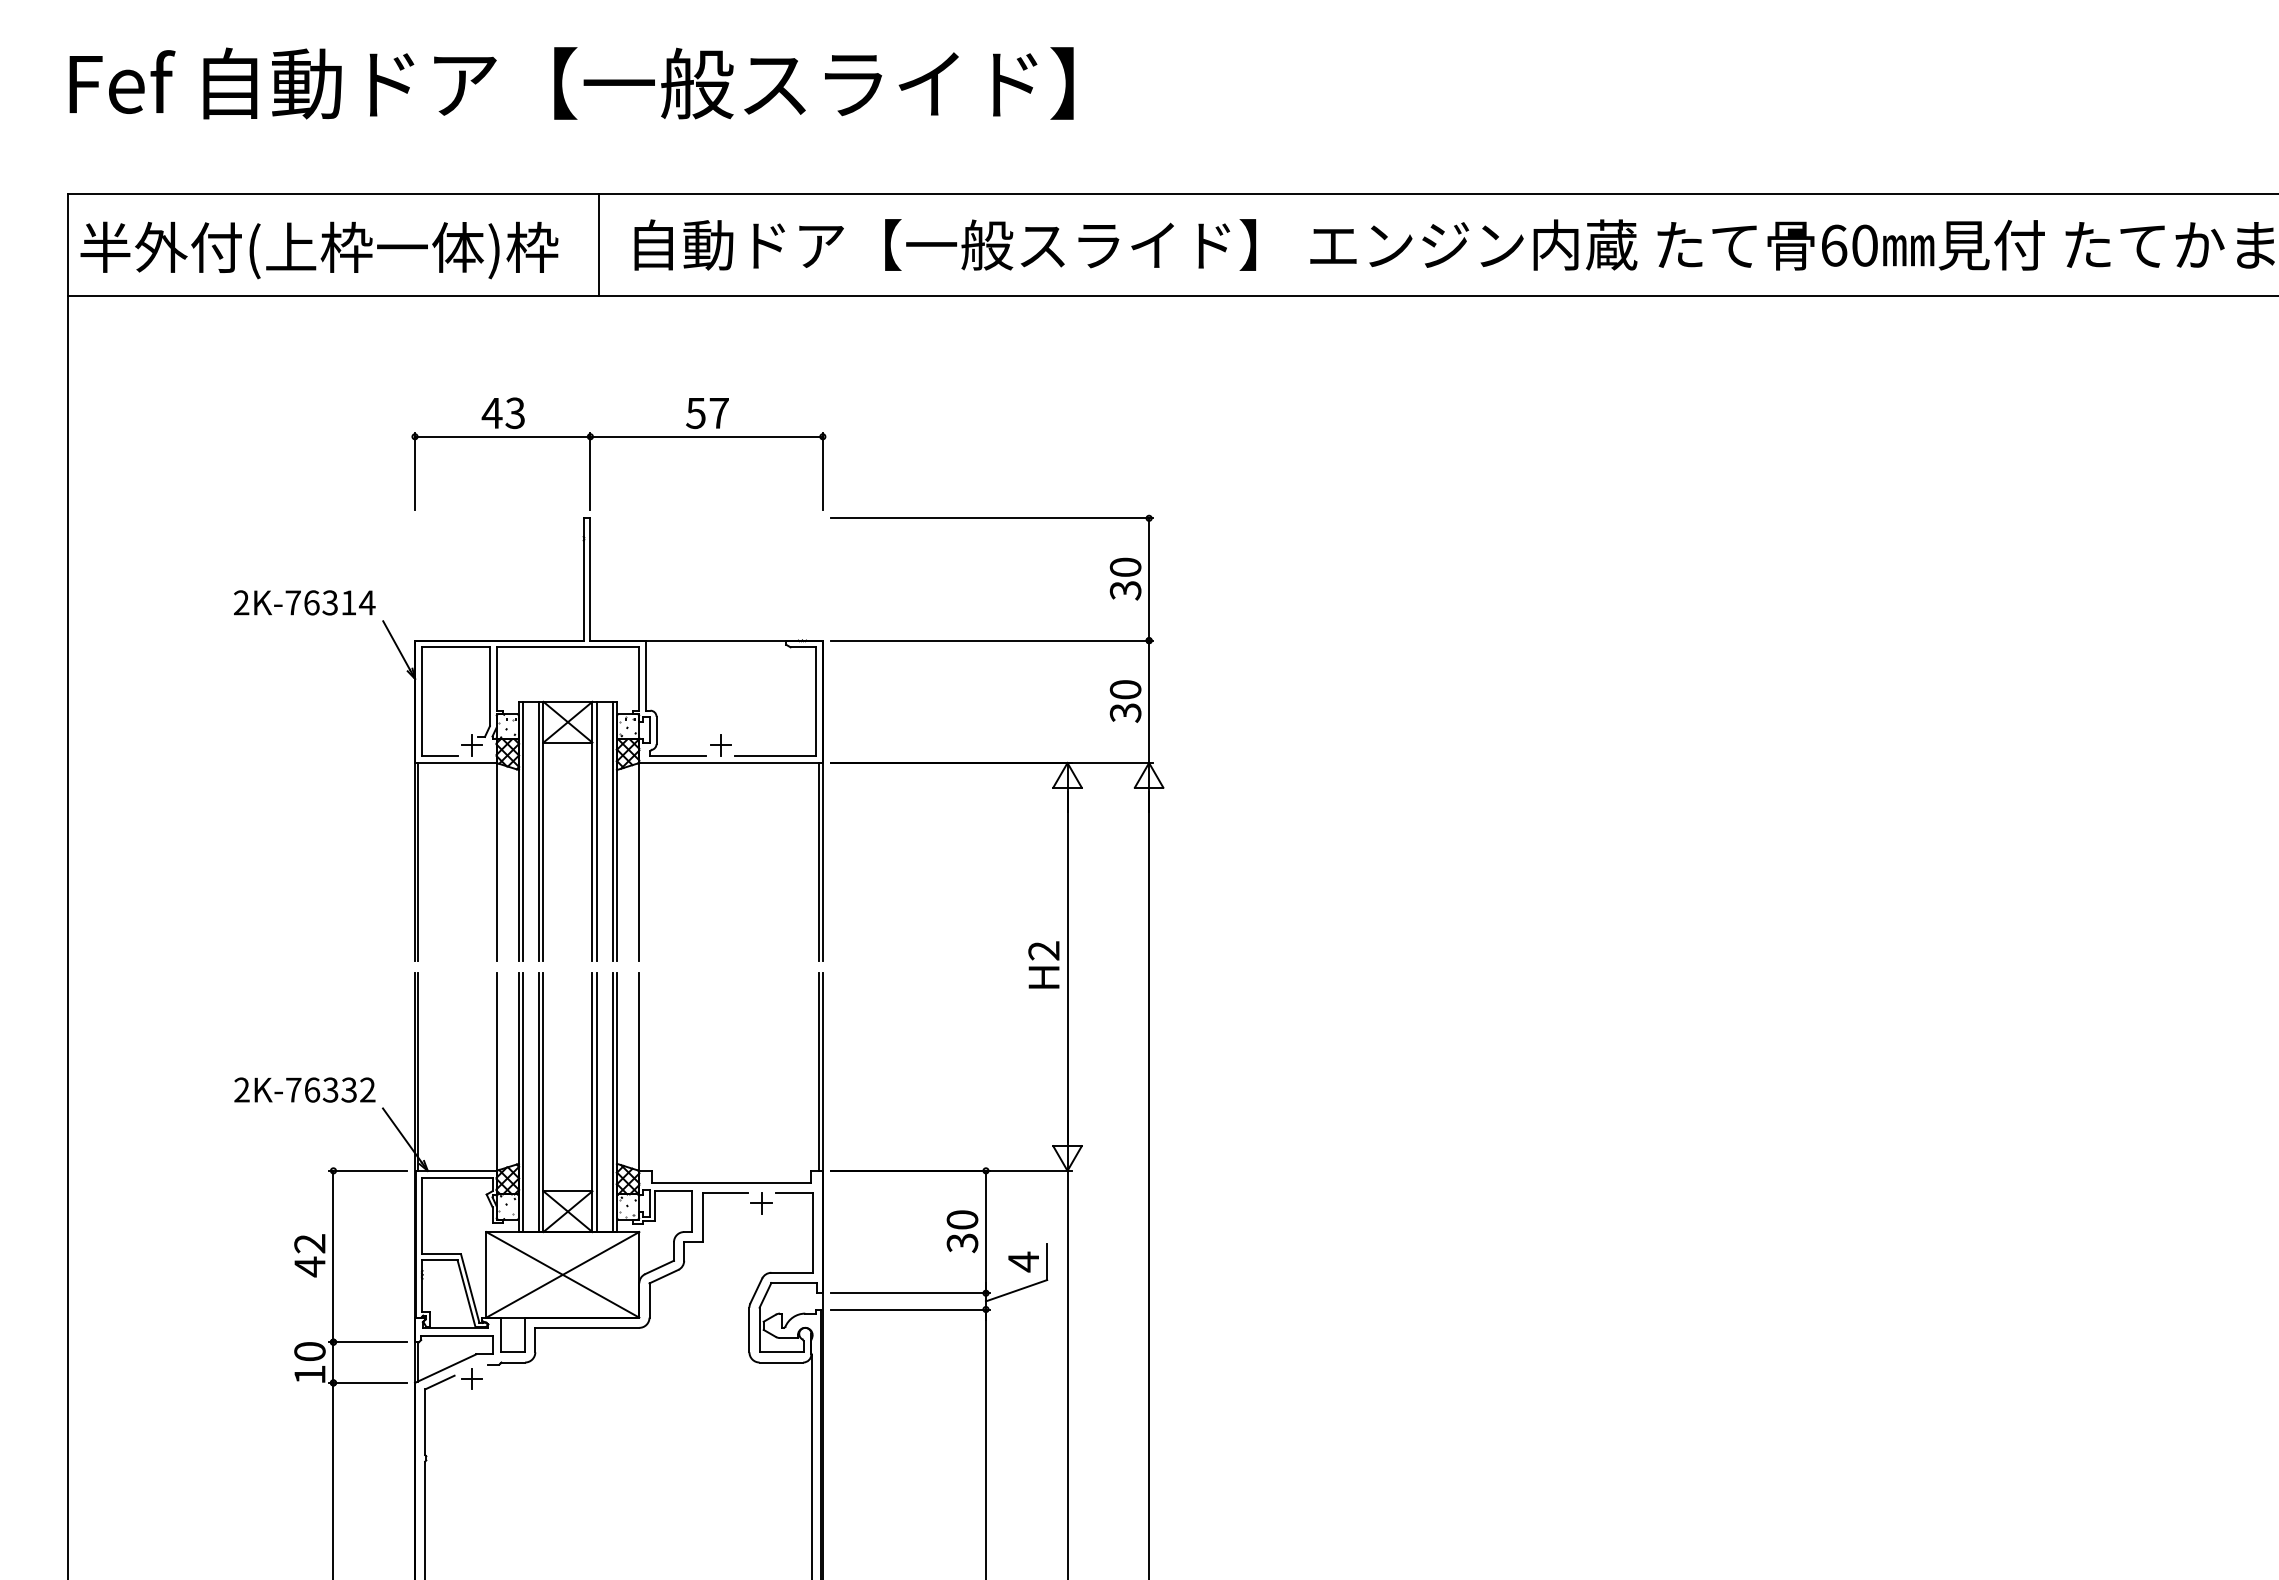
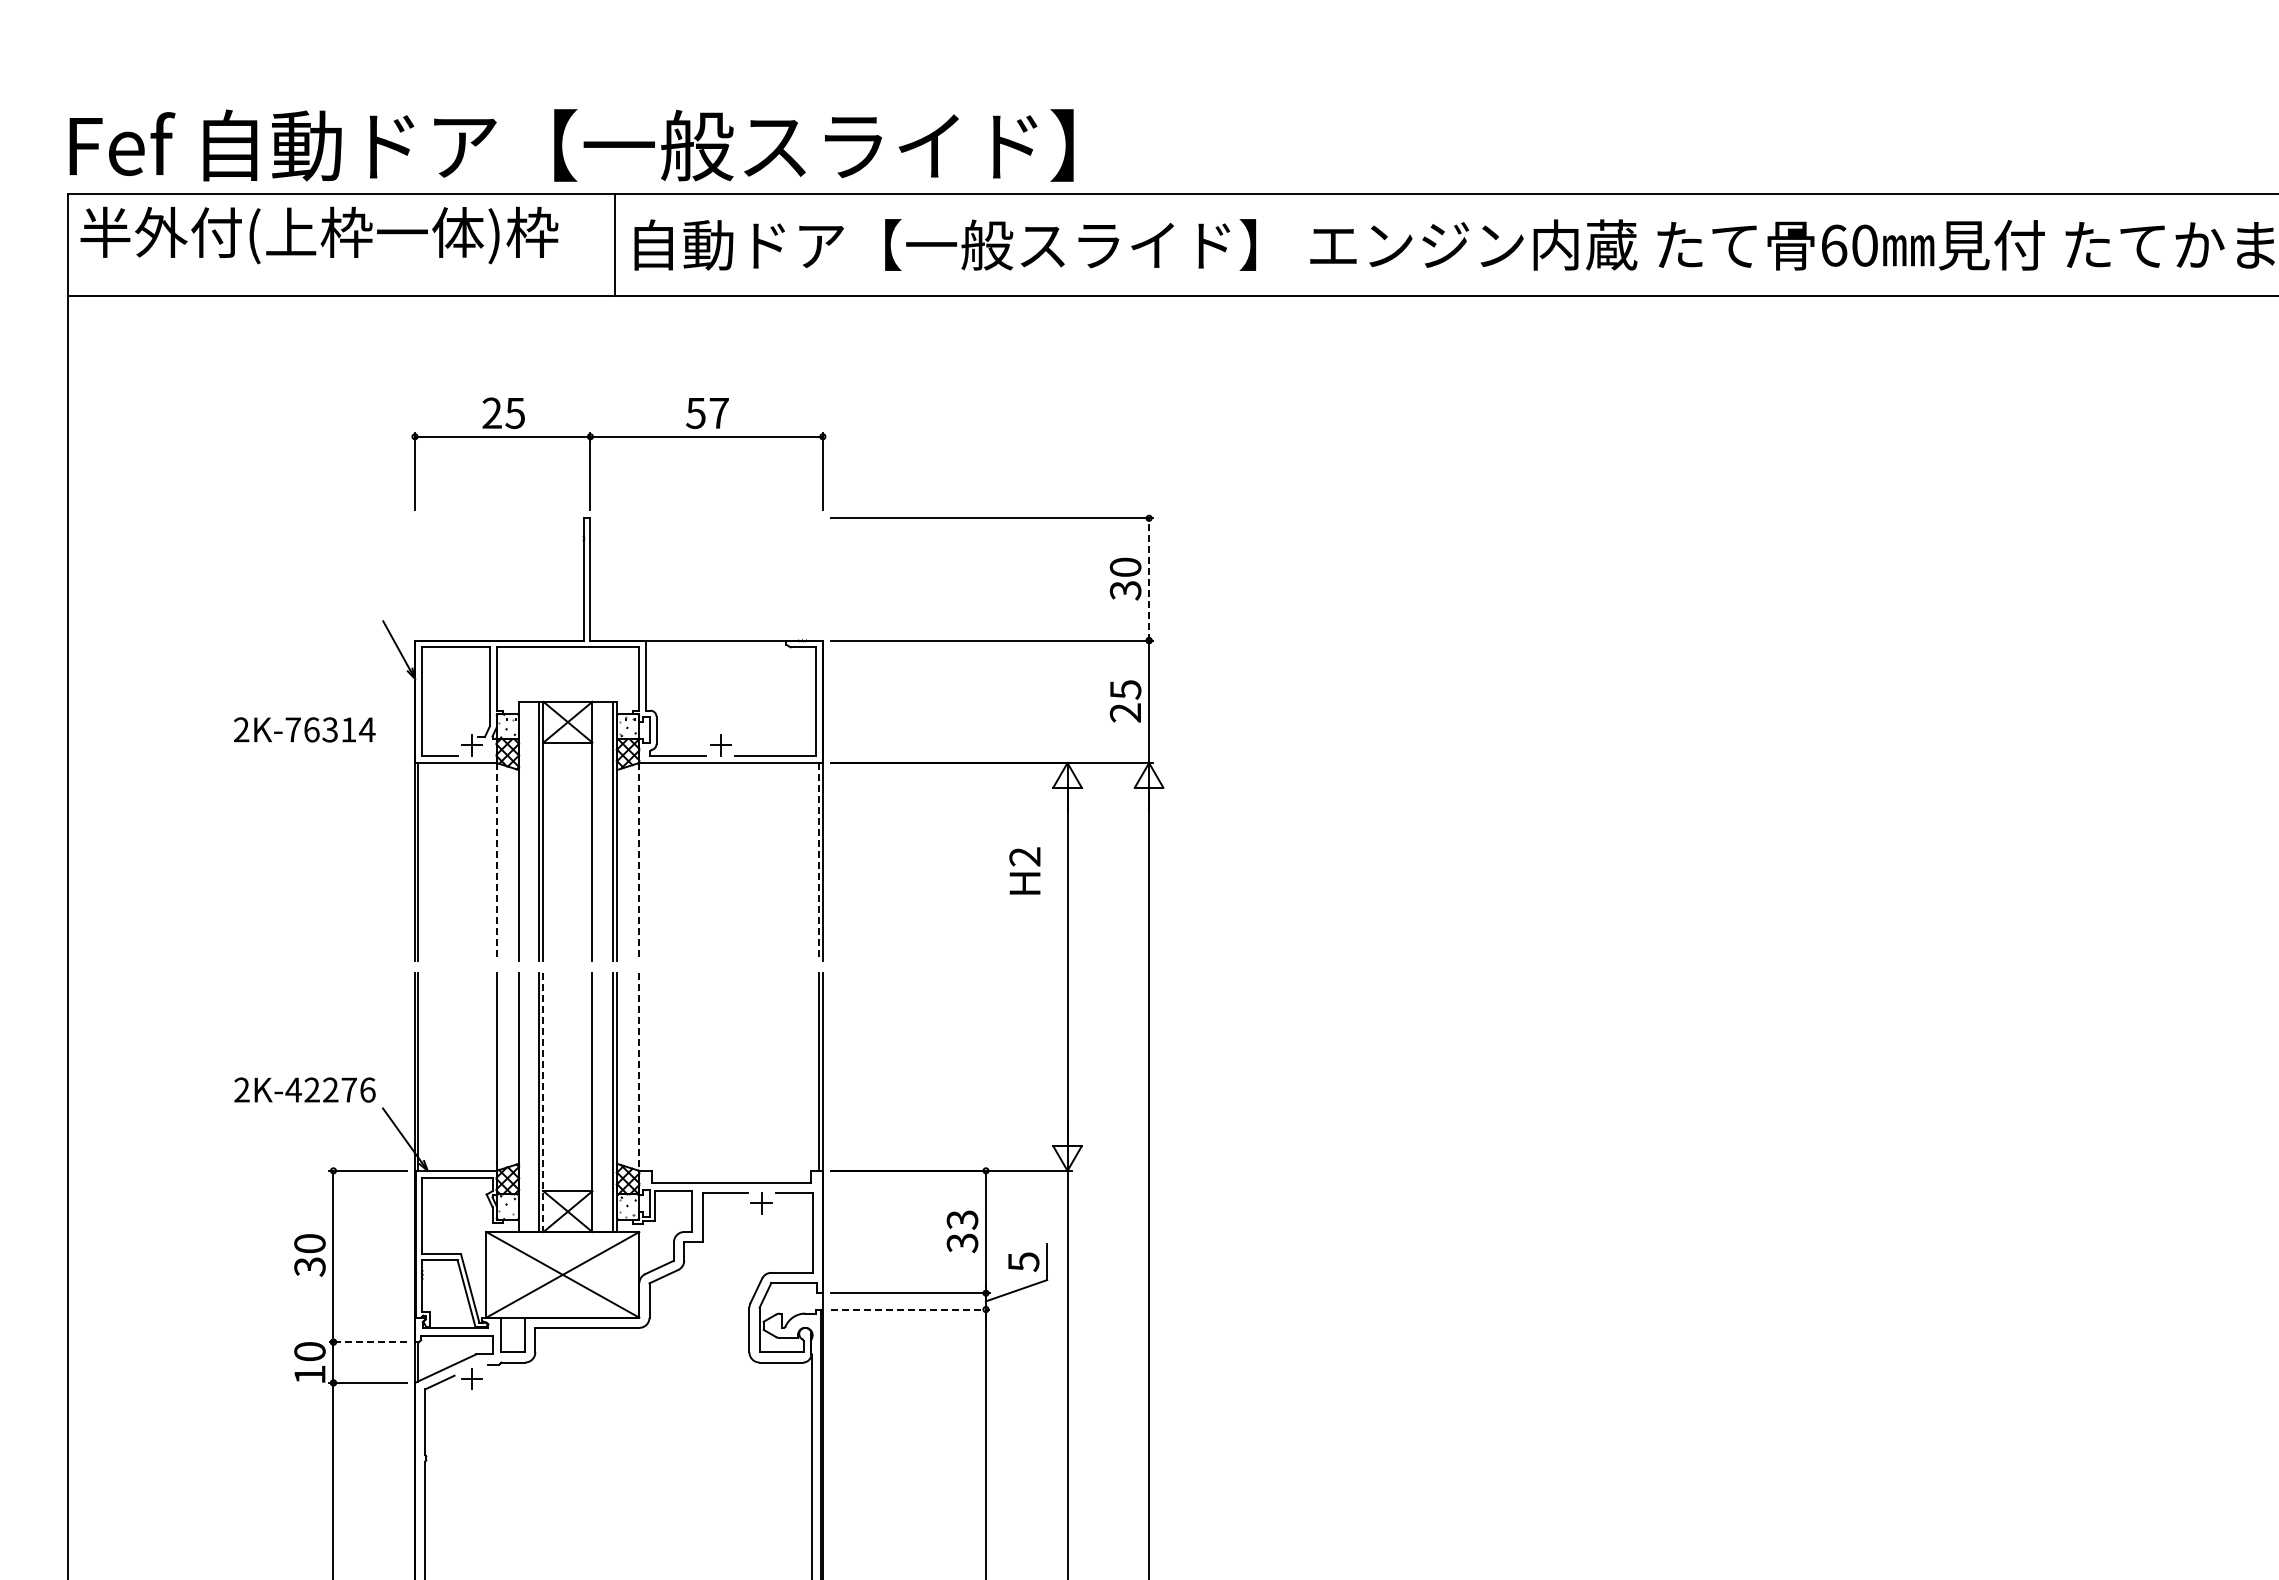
text at (571, 83) position: (571, 83) -> (571, 145)
line at (598, 245) position: (598, 245) -> (614, 245)
text at (319, 250) position: (319, 250) -> (319, 235)
text at (502, 412): 43 -> 25
line at (1149, 579): solid -> dashed
text at (304, 602) position: (304, 602) -> (304, 729)
text at (1125, 701): 30 -> 25
line at (523, 830): present -> none
line at (596, 830): present -> none
line at (496, 861): solid -> dashed
line at (639, 861): solid -> dashed
line at (818, 861): solid -> dashed
text at (1043, 964) position: (1043, 964) -> (1024, 870)
line at (639, 1071): solid -> dashed
text at (330, 1089): 2K-76332 -> 2K-42276
line at (523, 1102): present -> none
line at (596, 1102): present -> none
line at (543, 1103): solid -> dashed
text at (962, 1219): 30 -> 33
text at (309, 1255): 42 -> 30
text at (1023, 1261): 4 -> 5
line at (910, 1309): solid -> dashed
line at (368, 1342): solid -> dashed
